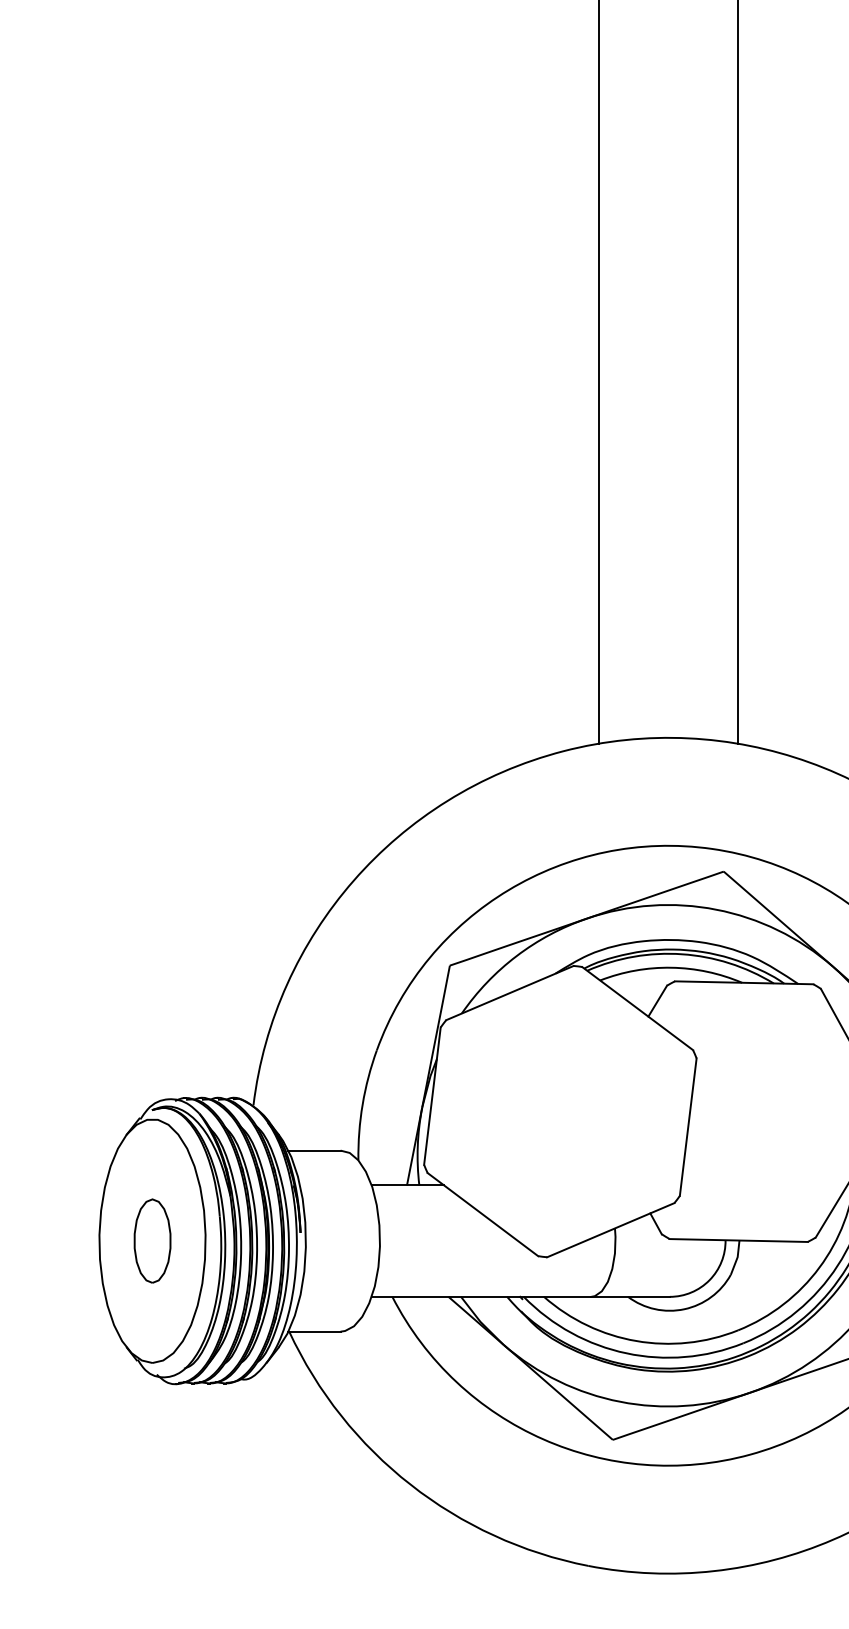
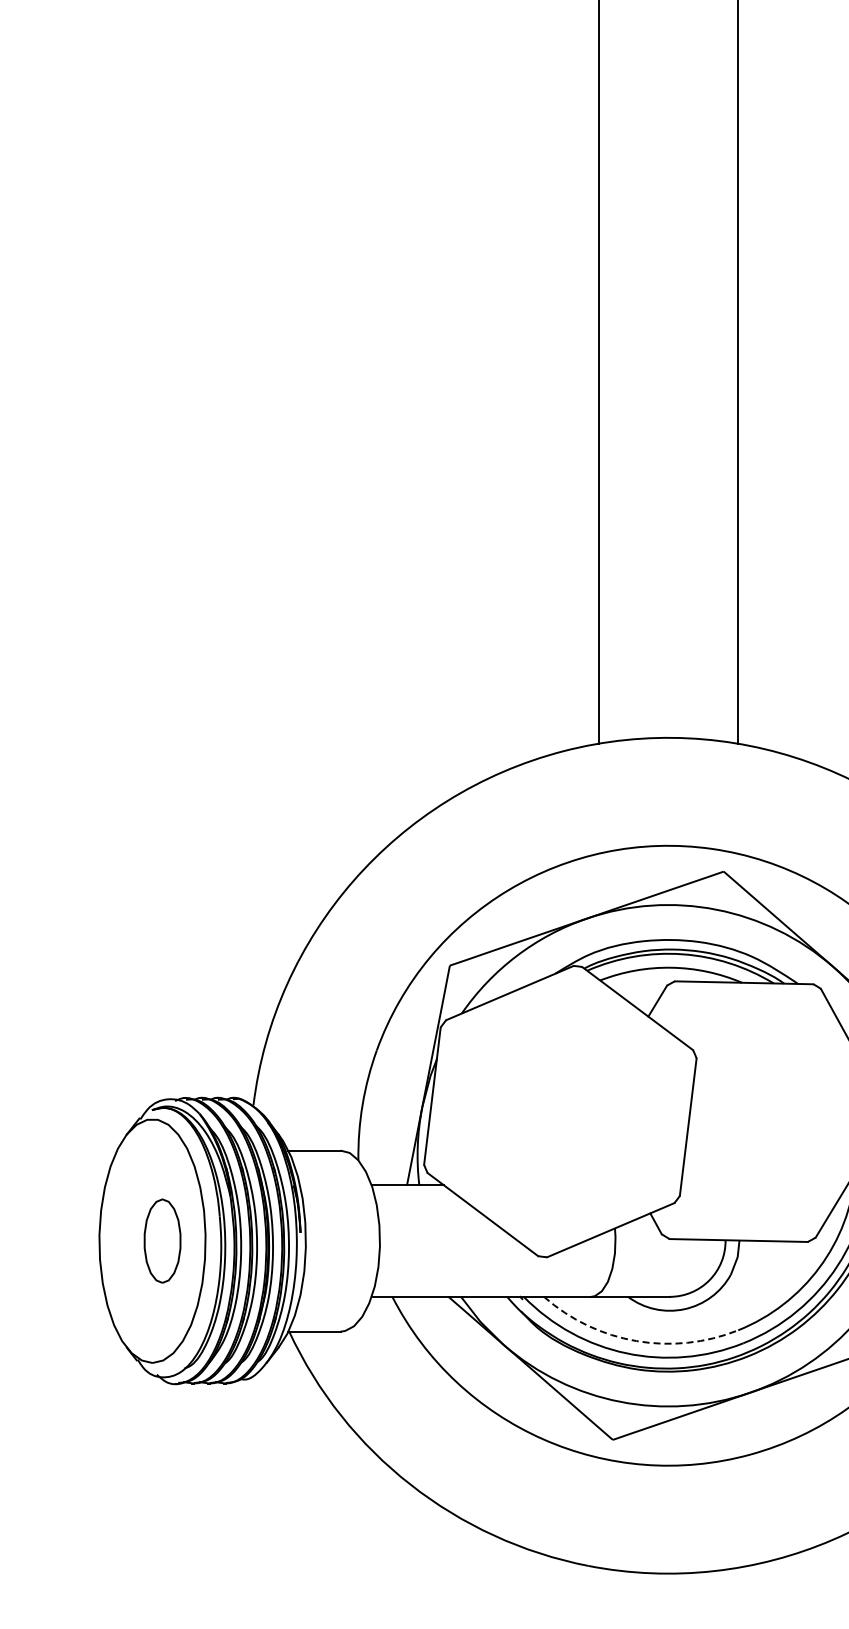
part at (152, 1240) position: (152, 1240) -> (162, 1240)
arc at (636, 1341): solid -> dashed
